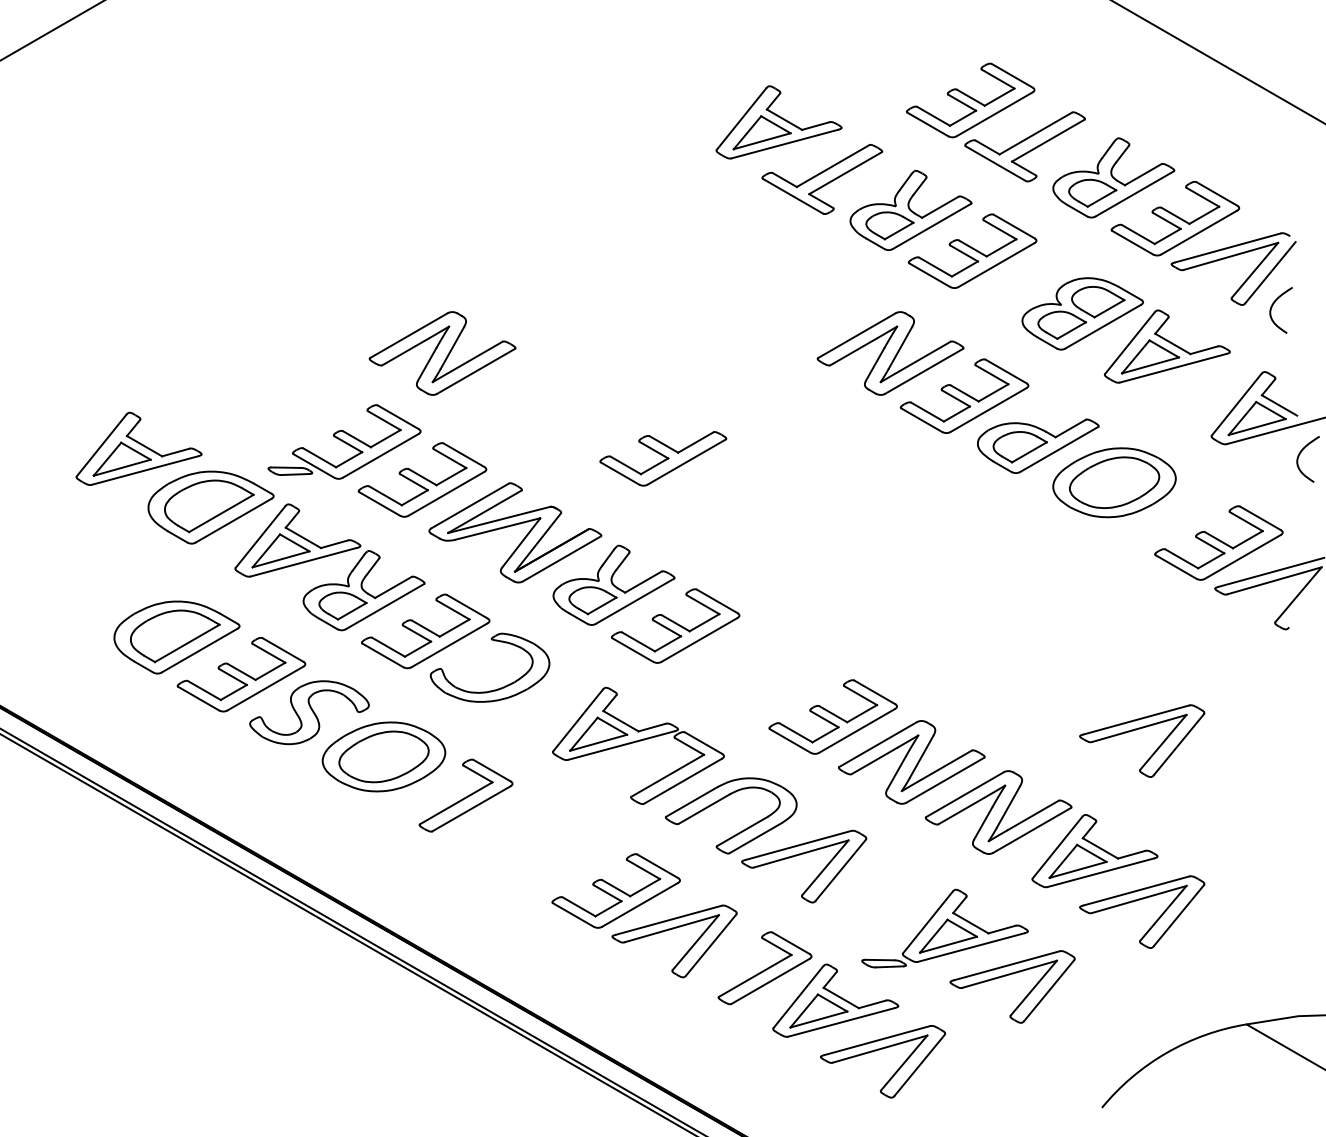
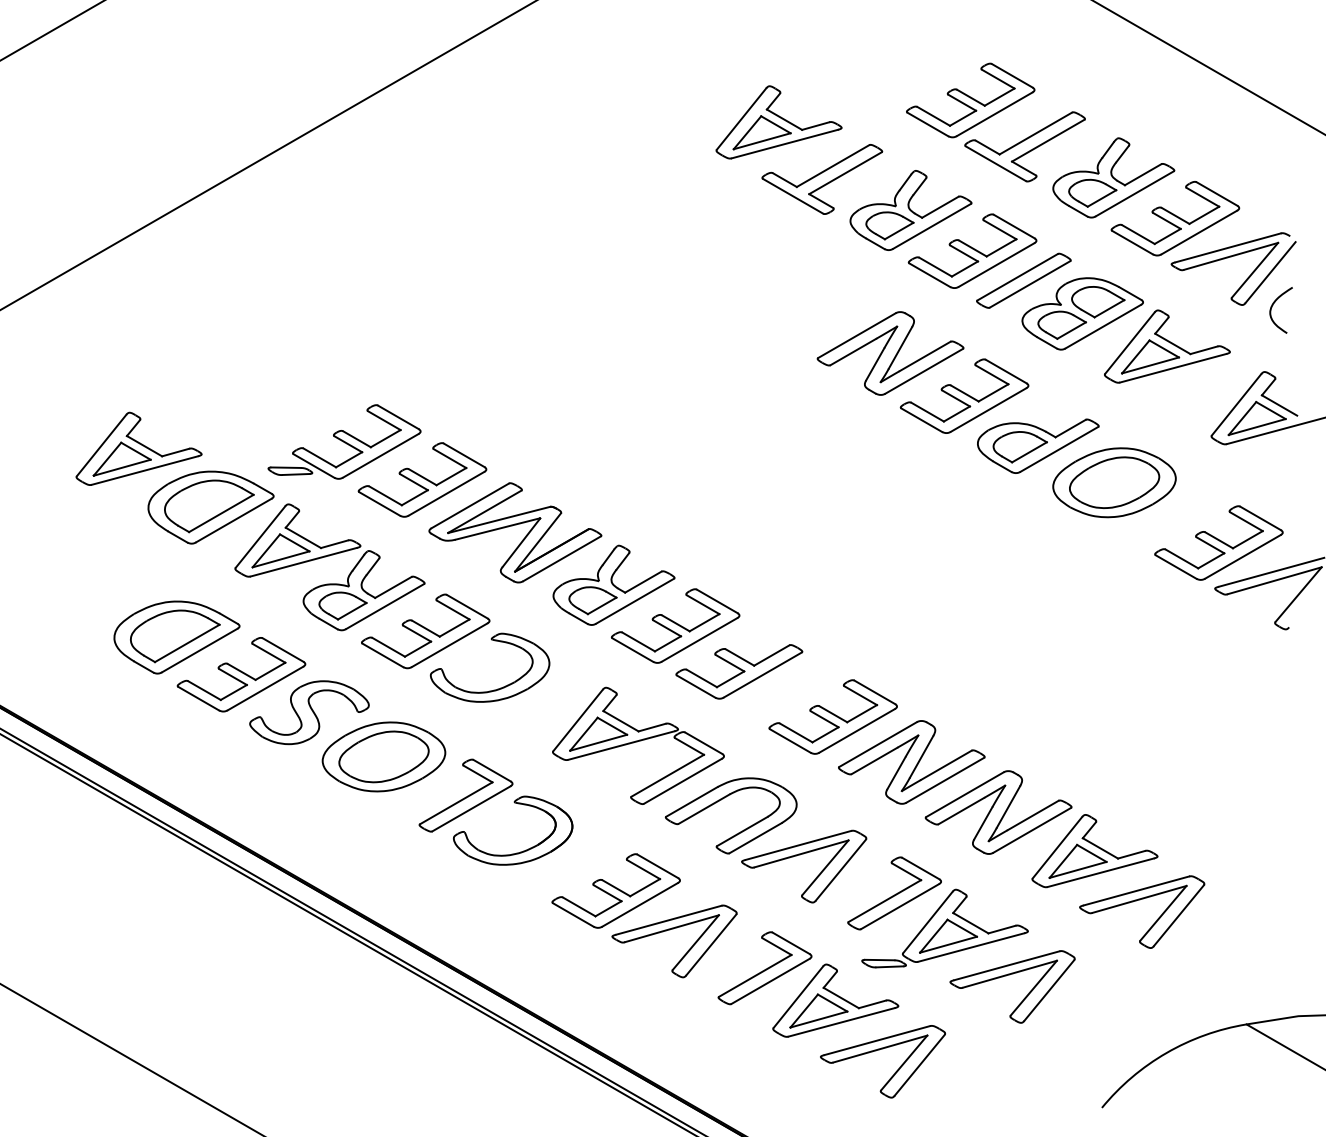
line at (1218, 62) position: (1218, 62) -> (1208, 67)
line at (267, 155): none -> present
part at (1023, 280): none -> present
part at (442, 353): present -> none
curve at (1299, 456): present -> none
part at (663, 458) position: (663, 458) -> (739, 671)
part at (1140, 729): present -> none
part at (520, 851): none -> present
part at (894, 893): none -> present
line at (131, 1059): none -> present
